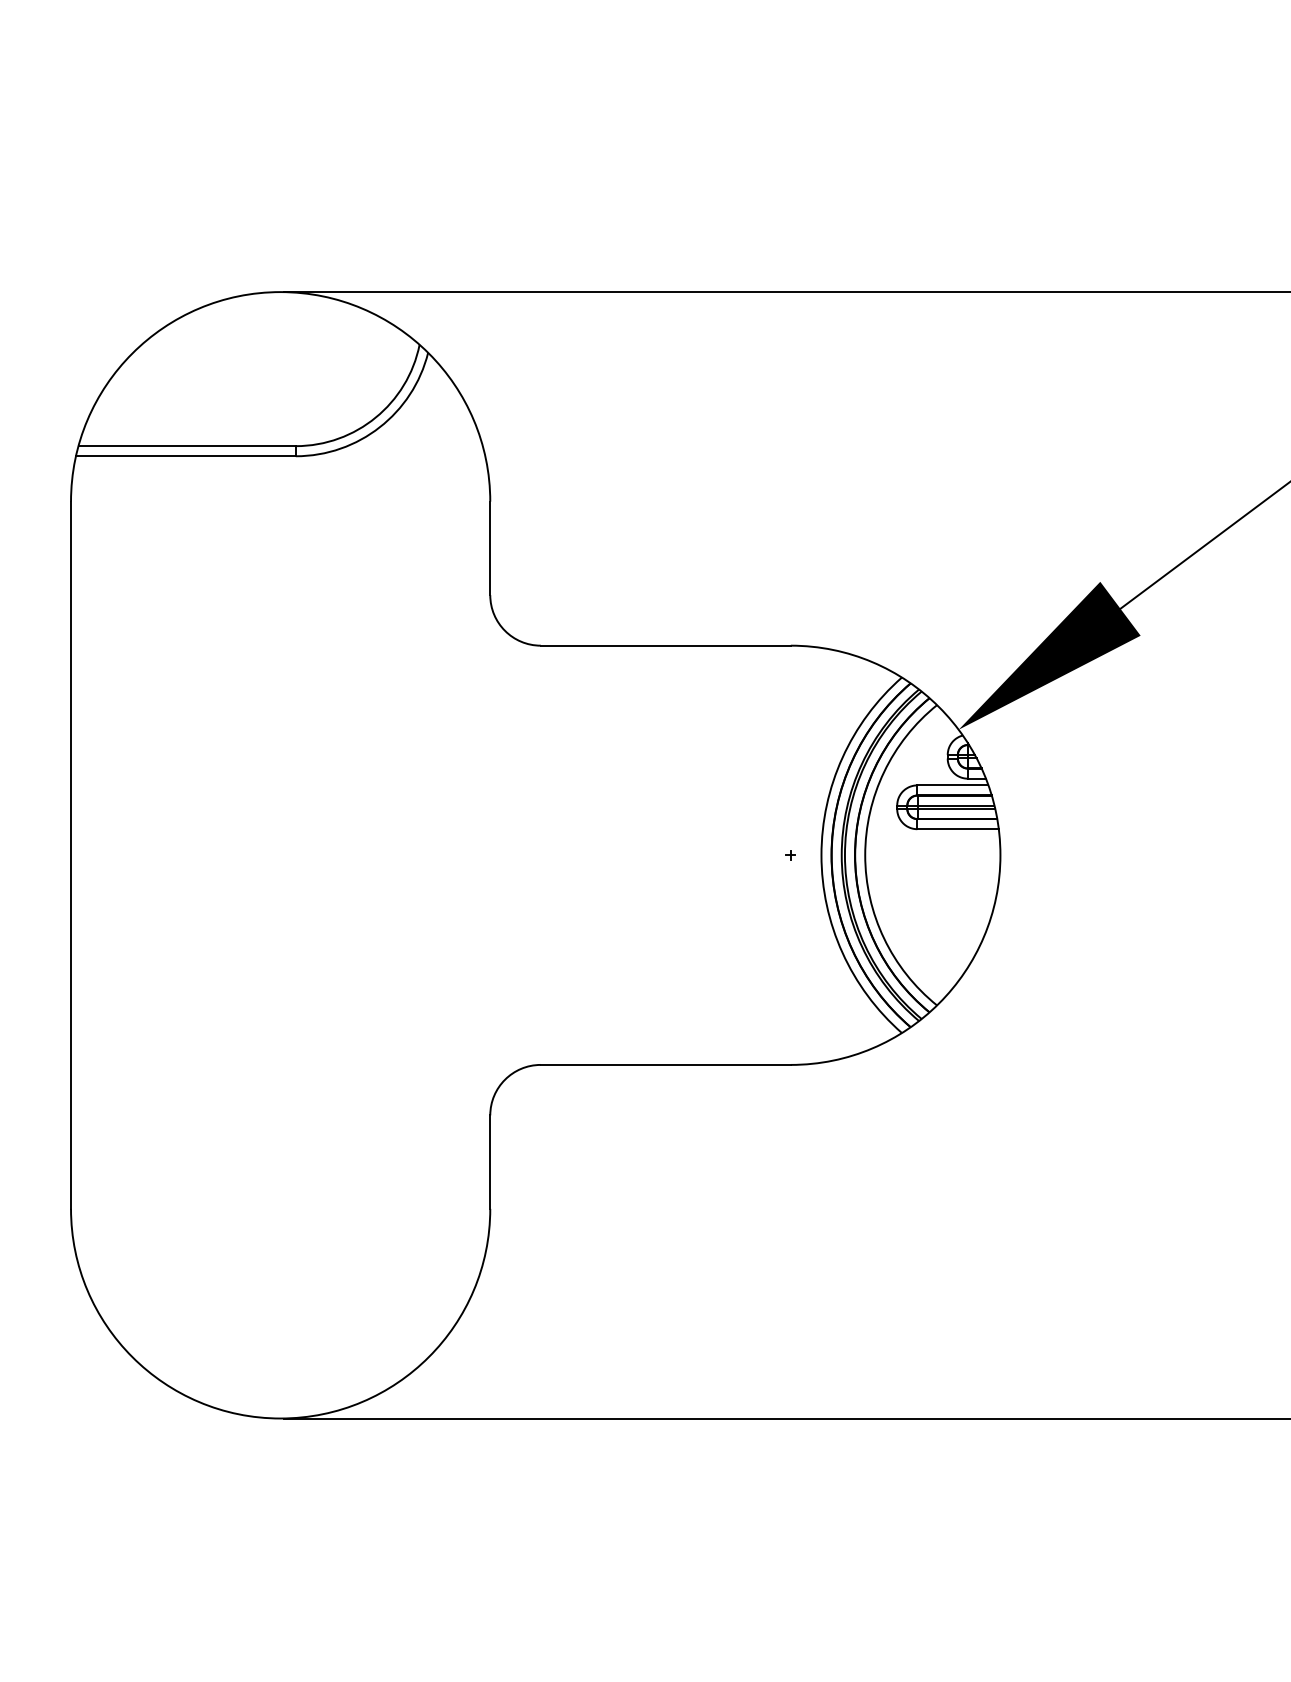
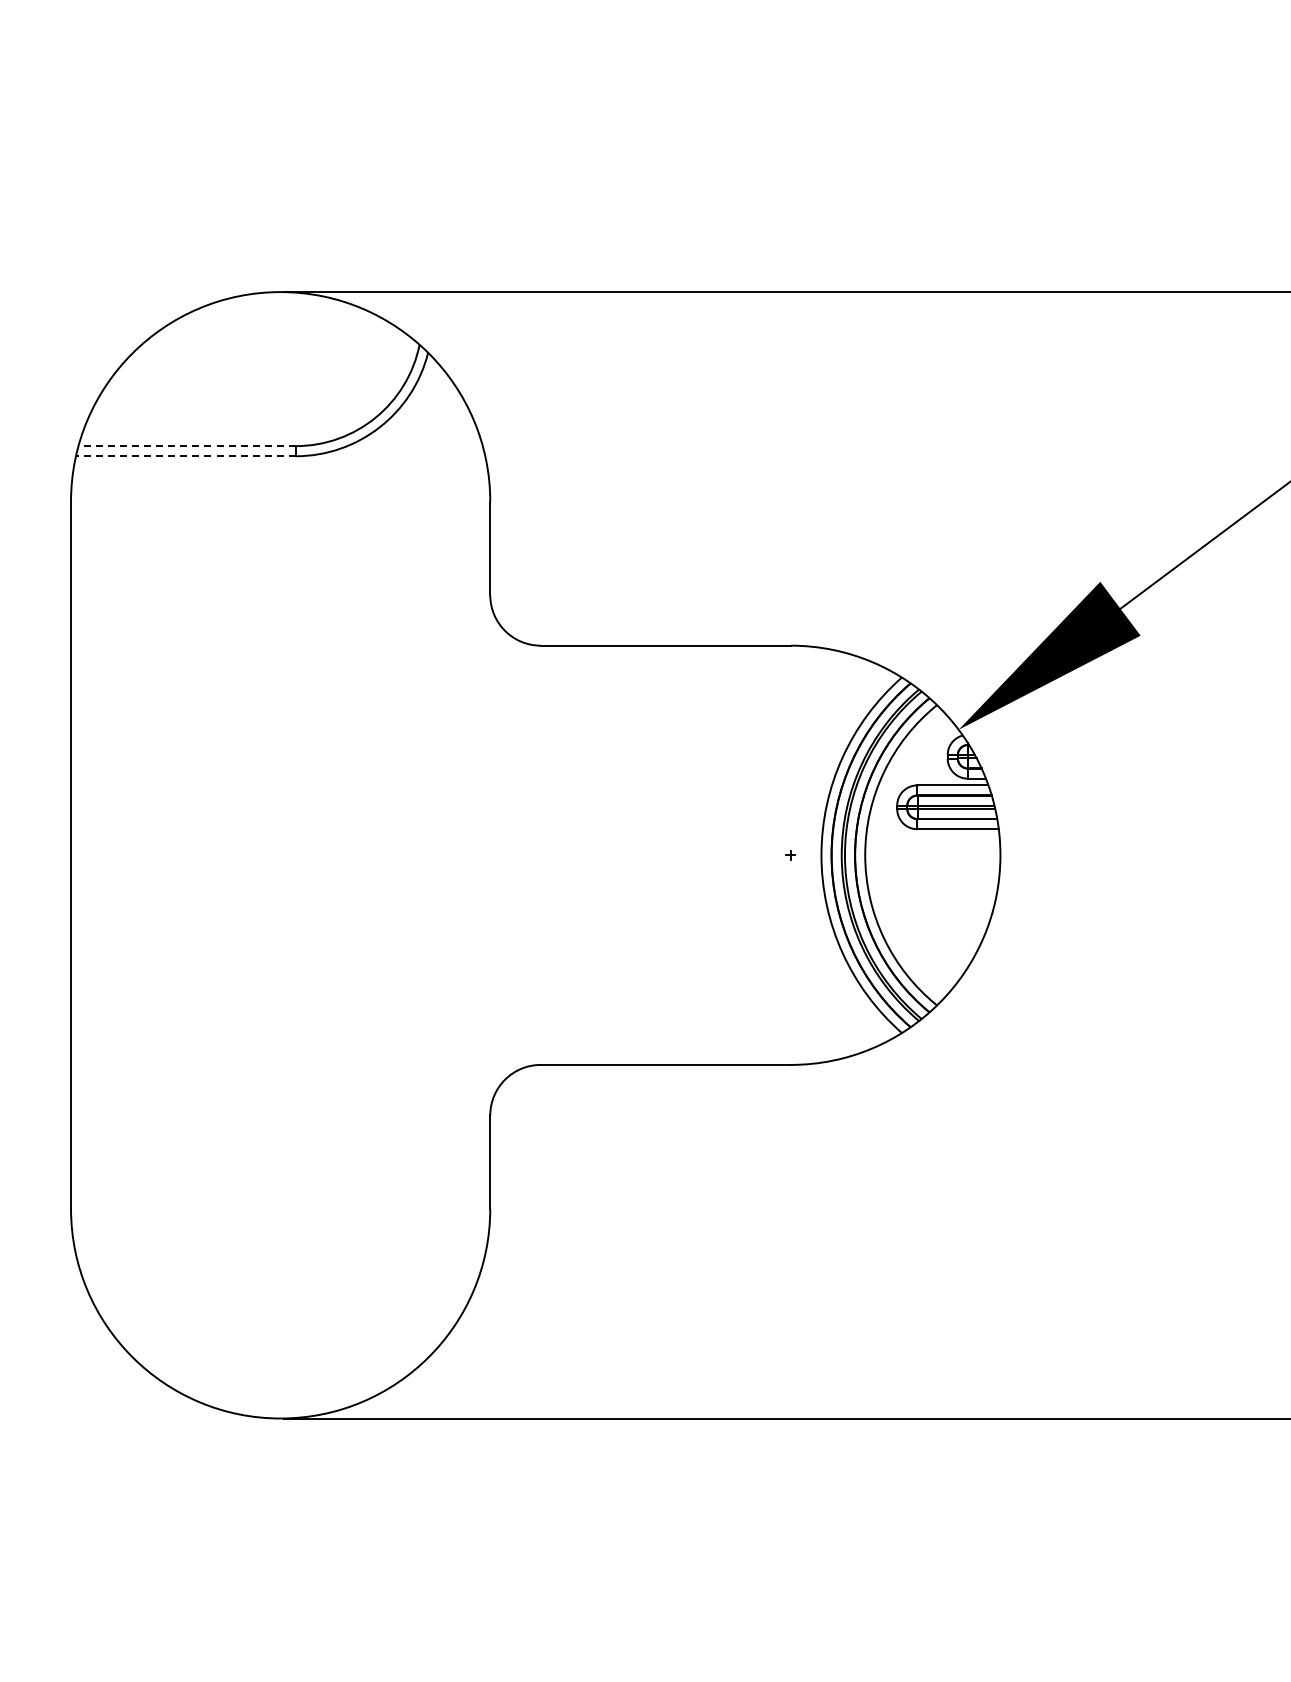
line at (187, 446): solid -> dashed
line at (185, 456): solid -> dashed
